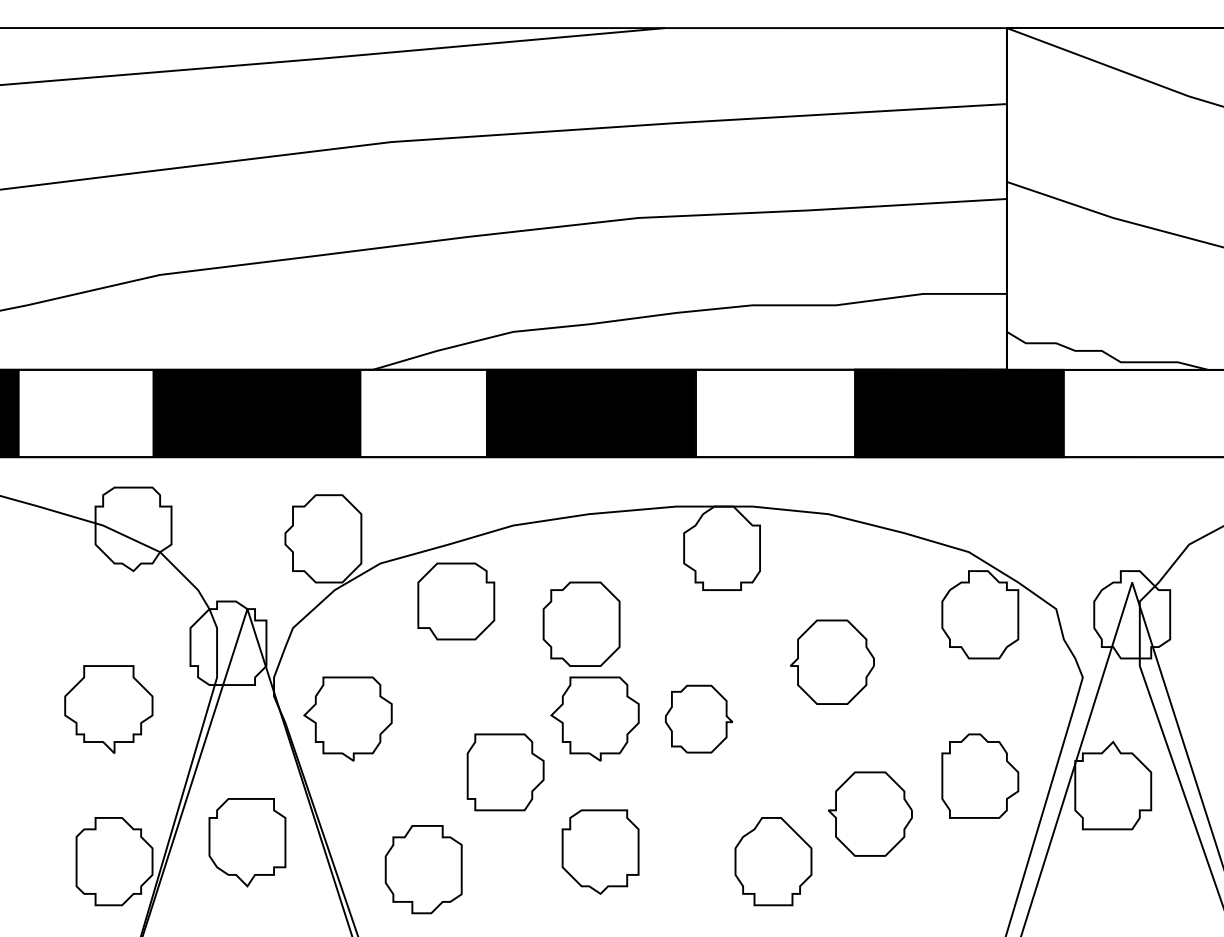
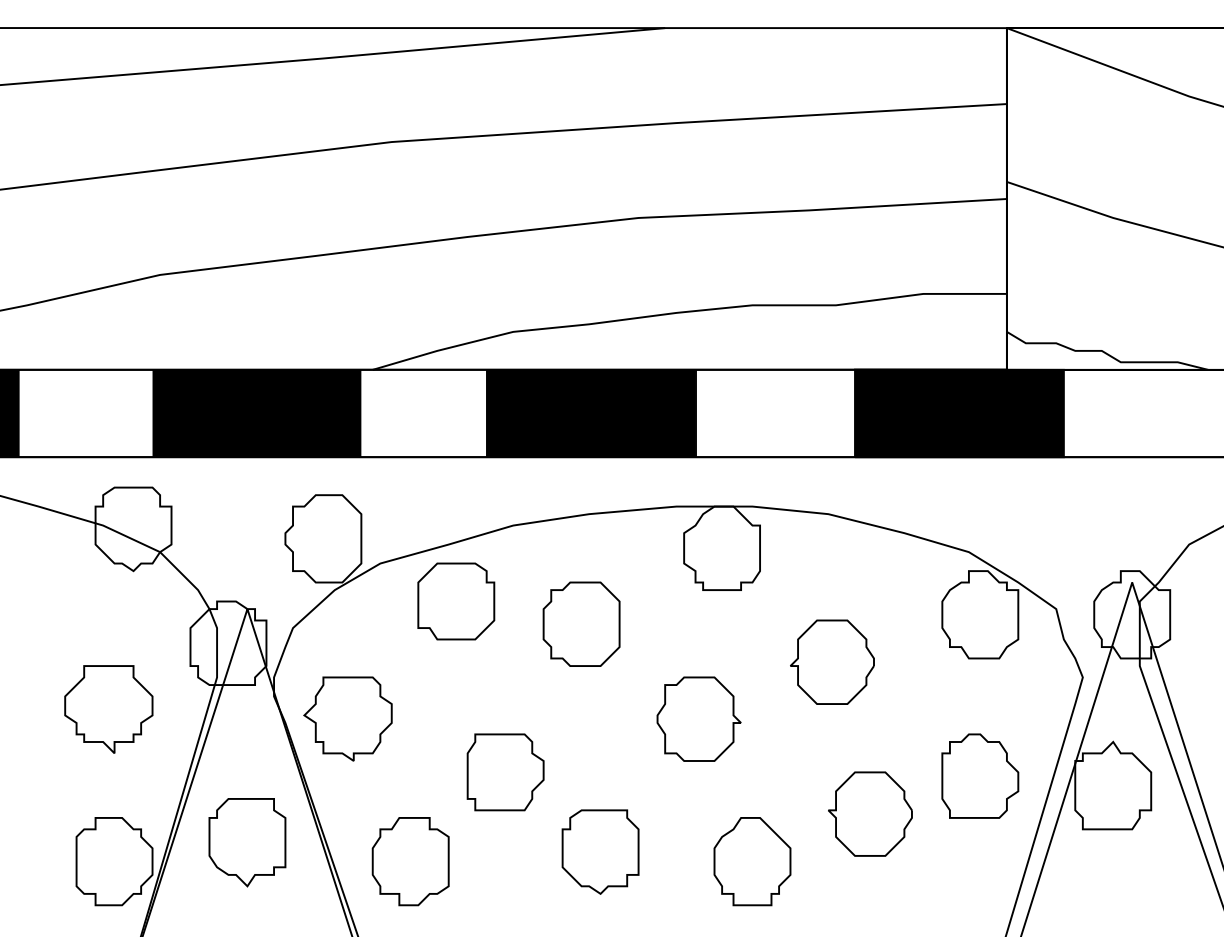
part at (594, 718): present -> none
part at (699, 718) size: 69x70 px -> 86x86 px
part at (773, 861) position: (773, 861) -> (752, 861)
part at (423, 869) position: (423, 869) -> (410, 861)
